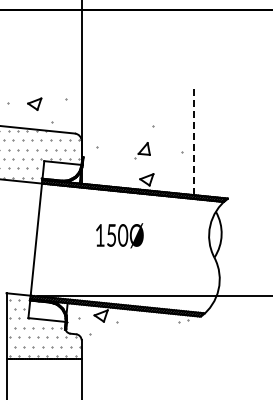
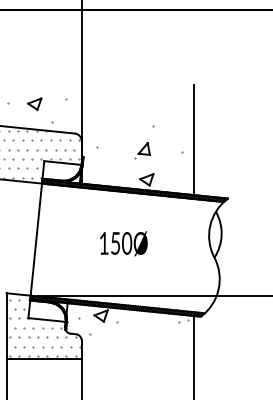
line at (194, 139): dashed -> solid
text at (119, 235) position: (119, 235) -> (123, 243)
line at (194, 356): none -> present
